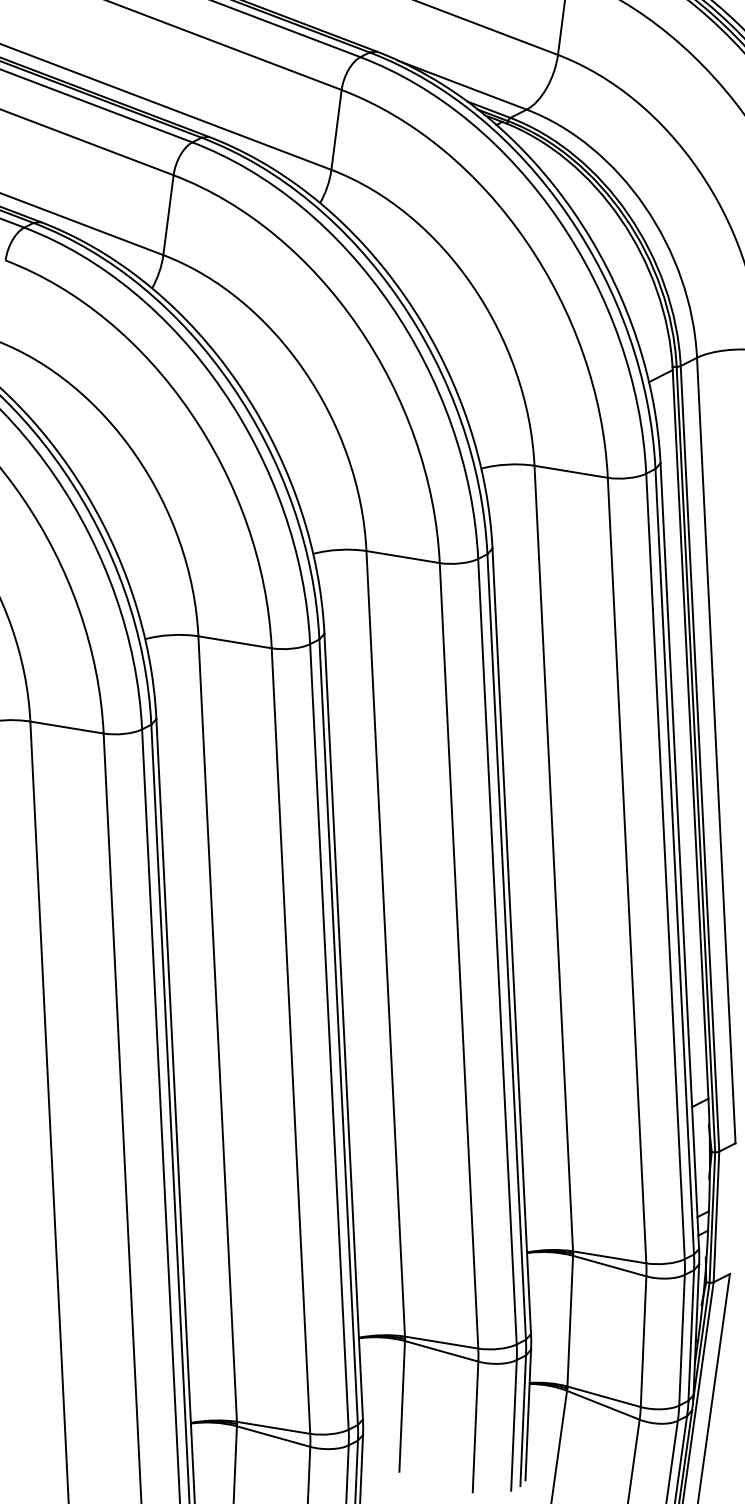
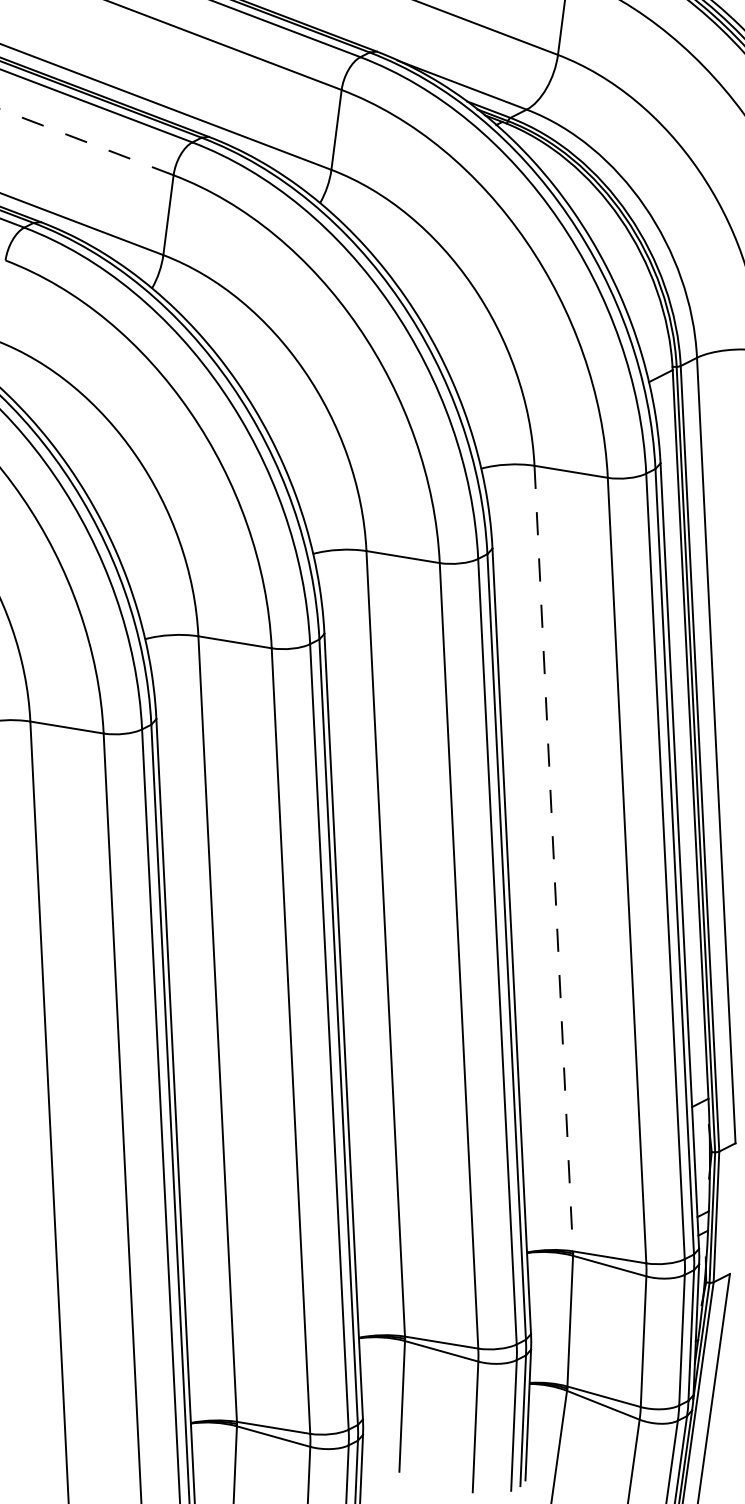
line at (86, 142): solid -> dashed
line at (553, 859): solid -> dashed
